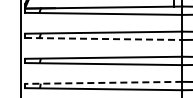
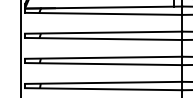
line at (103, 38): dashed -> solid
line at (103, 82): dashed -> solid
